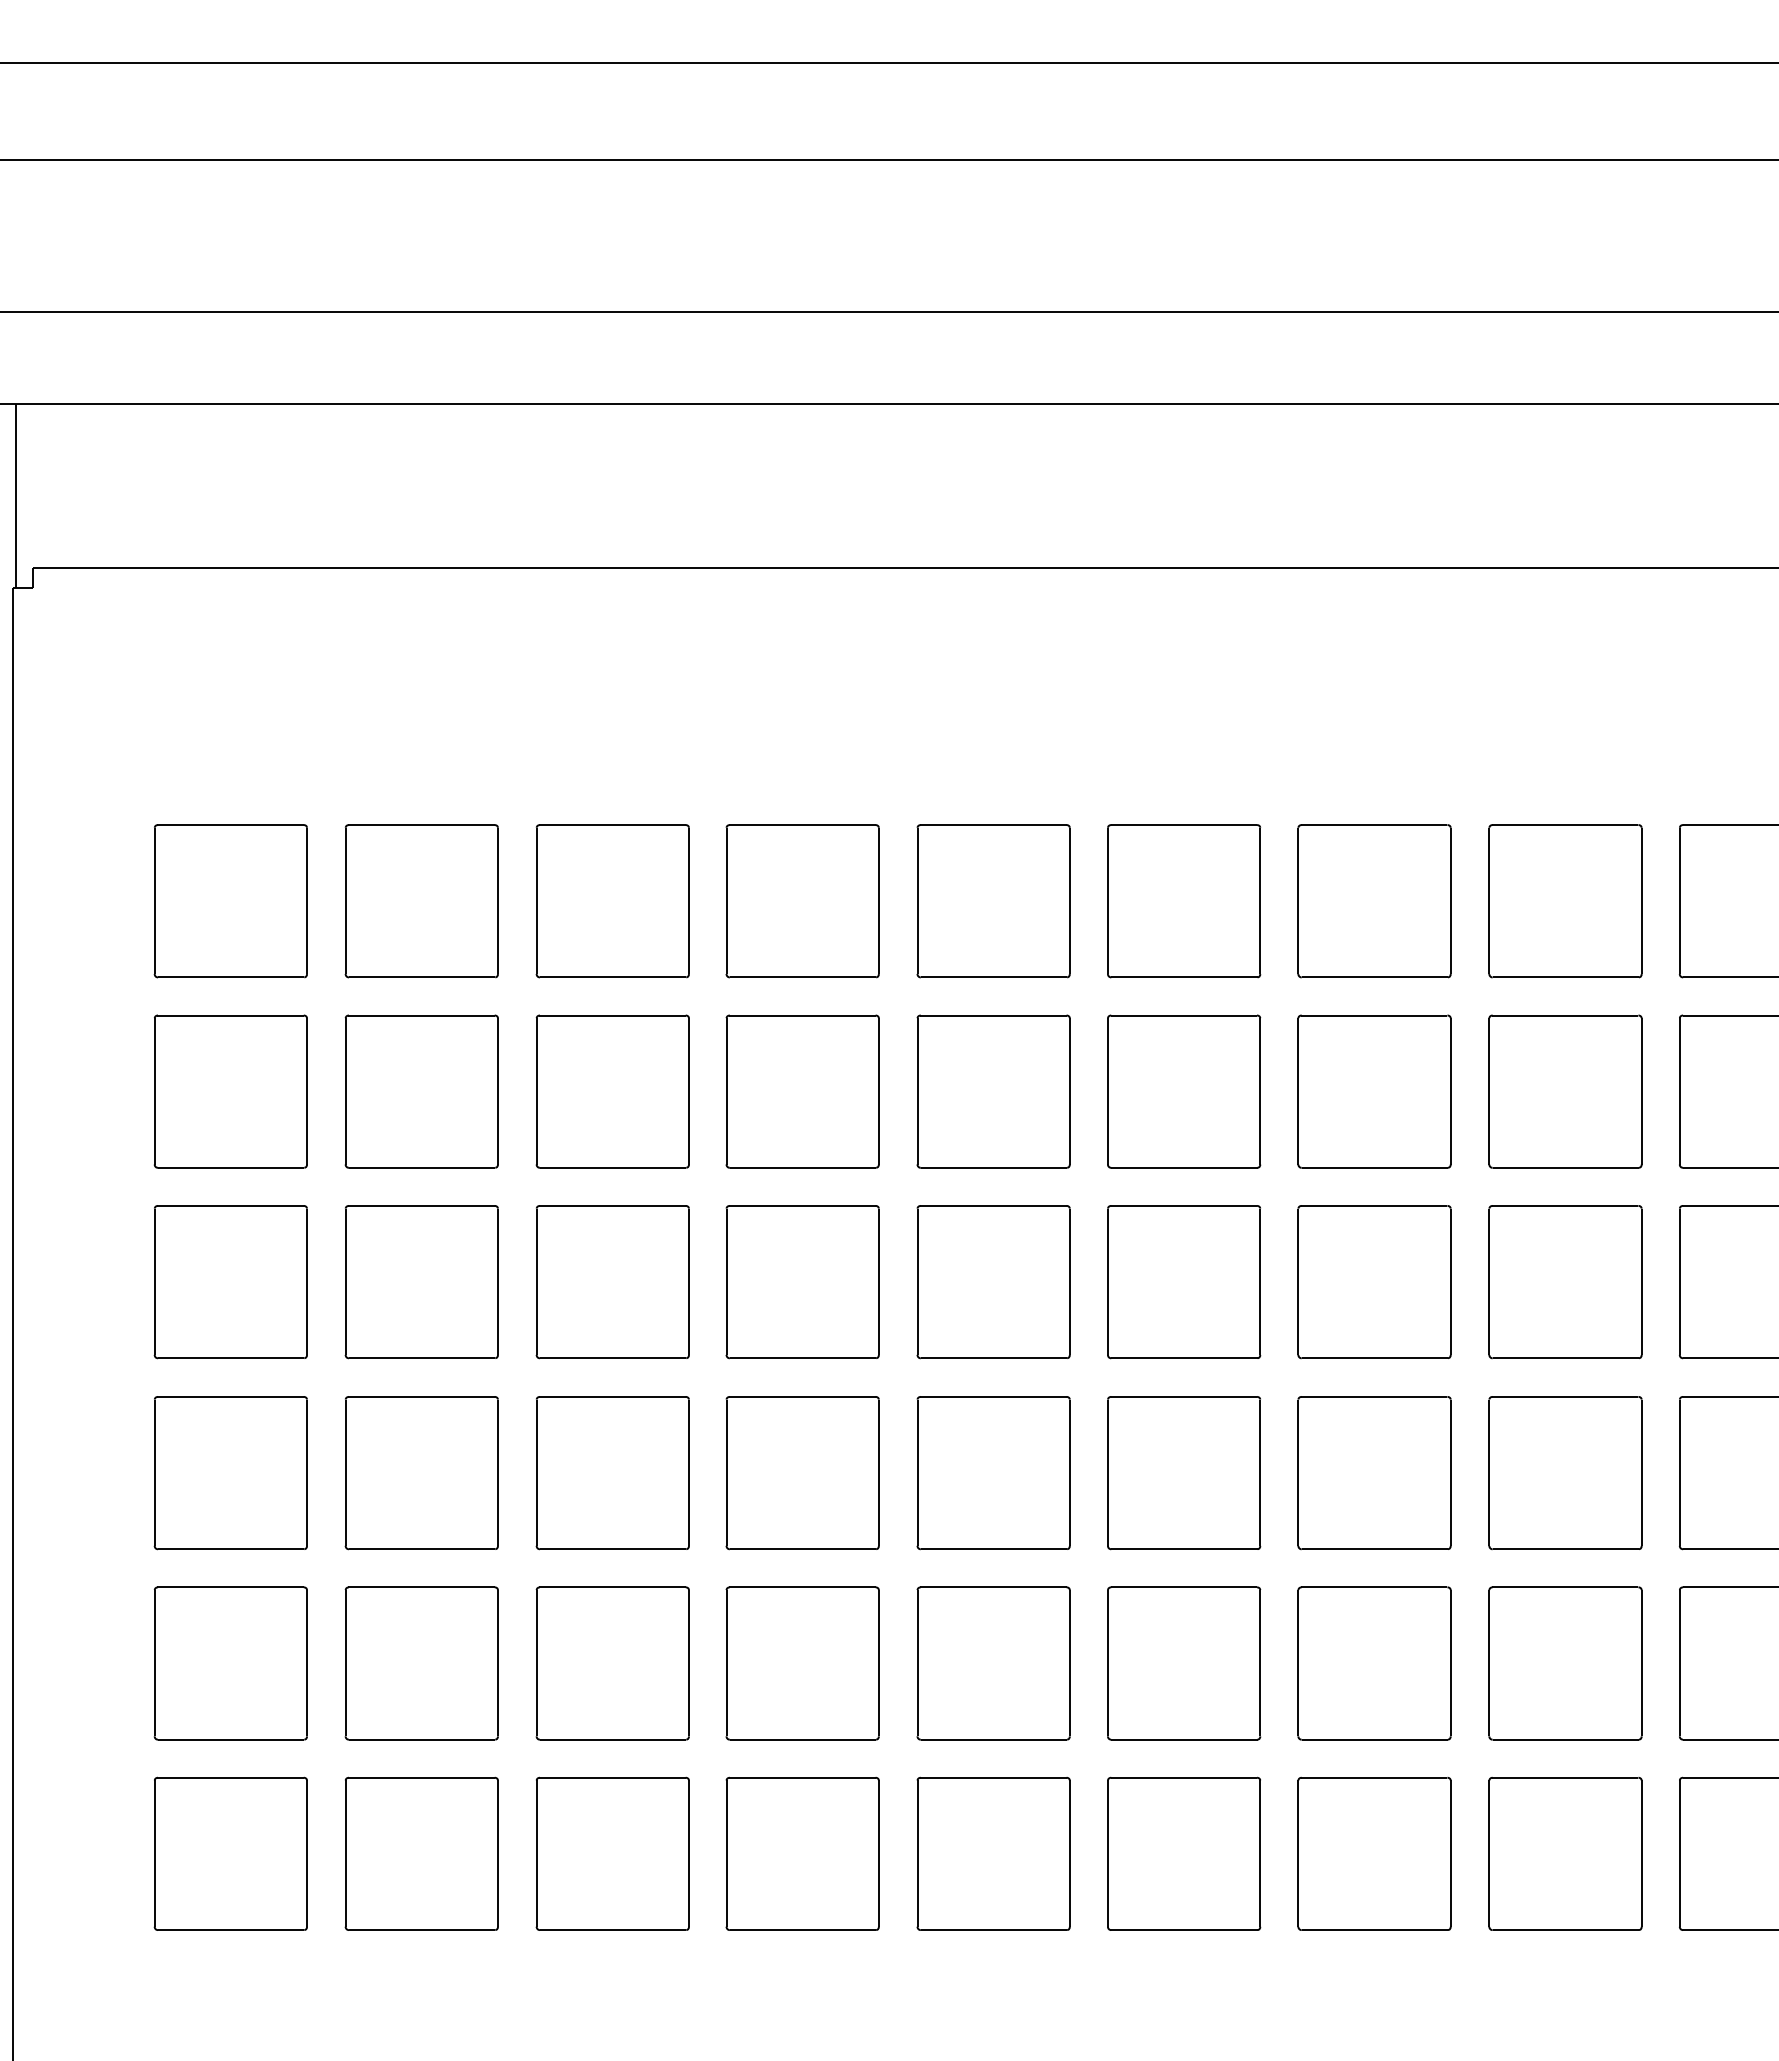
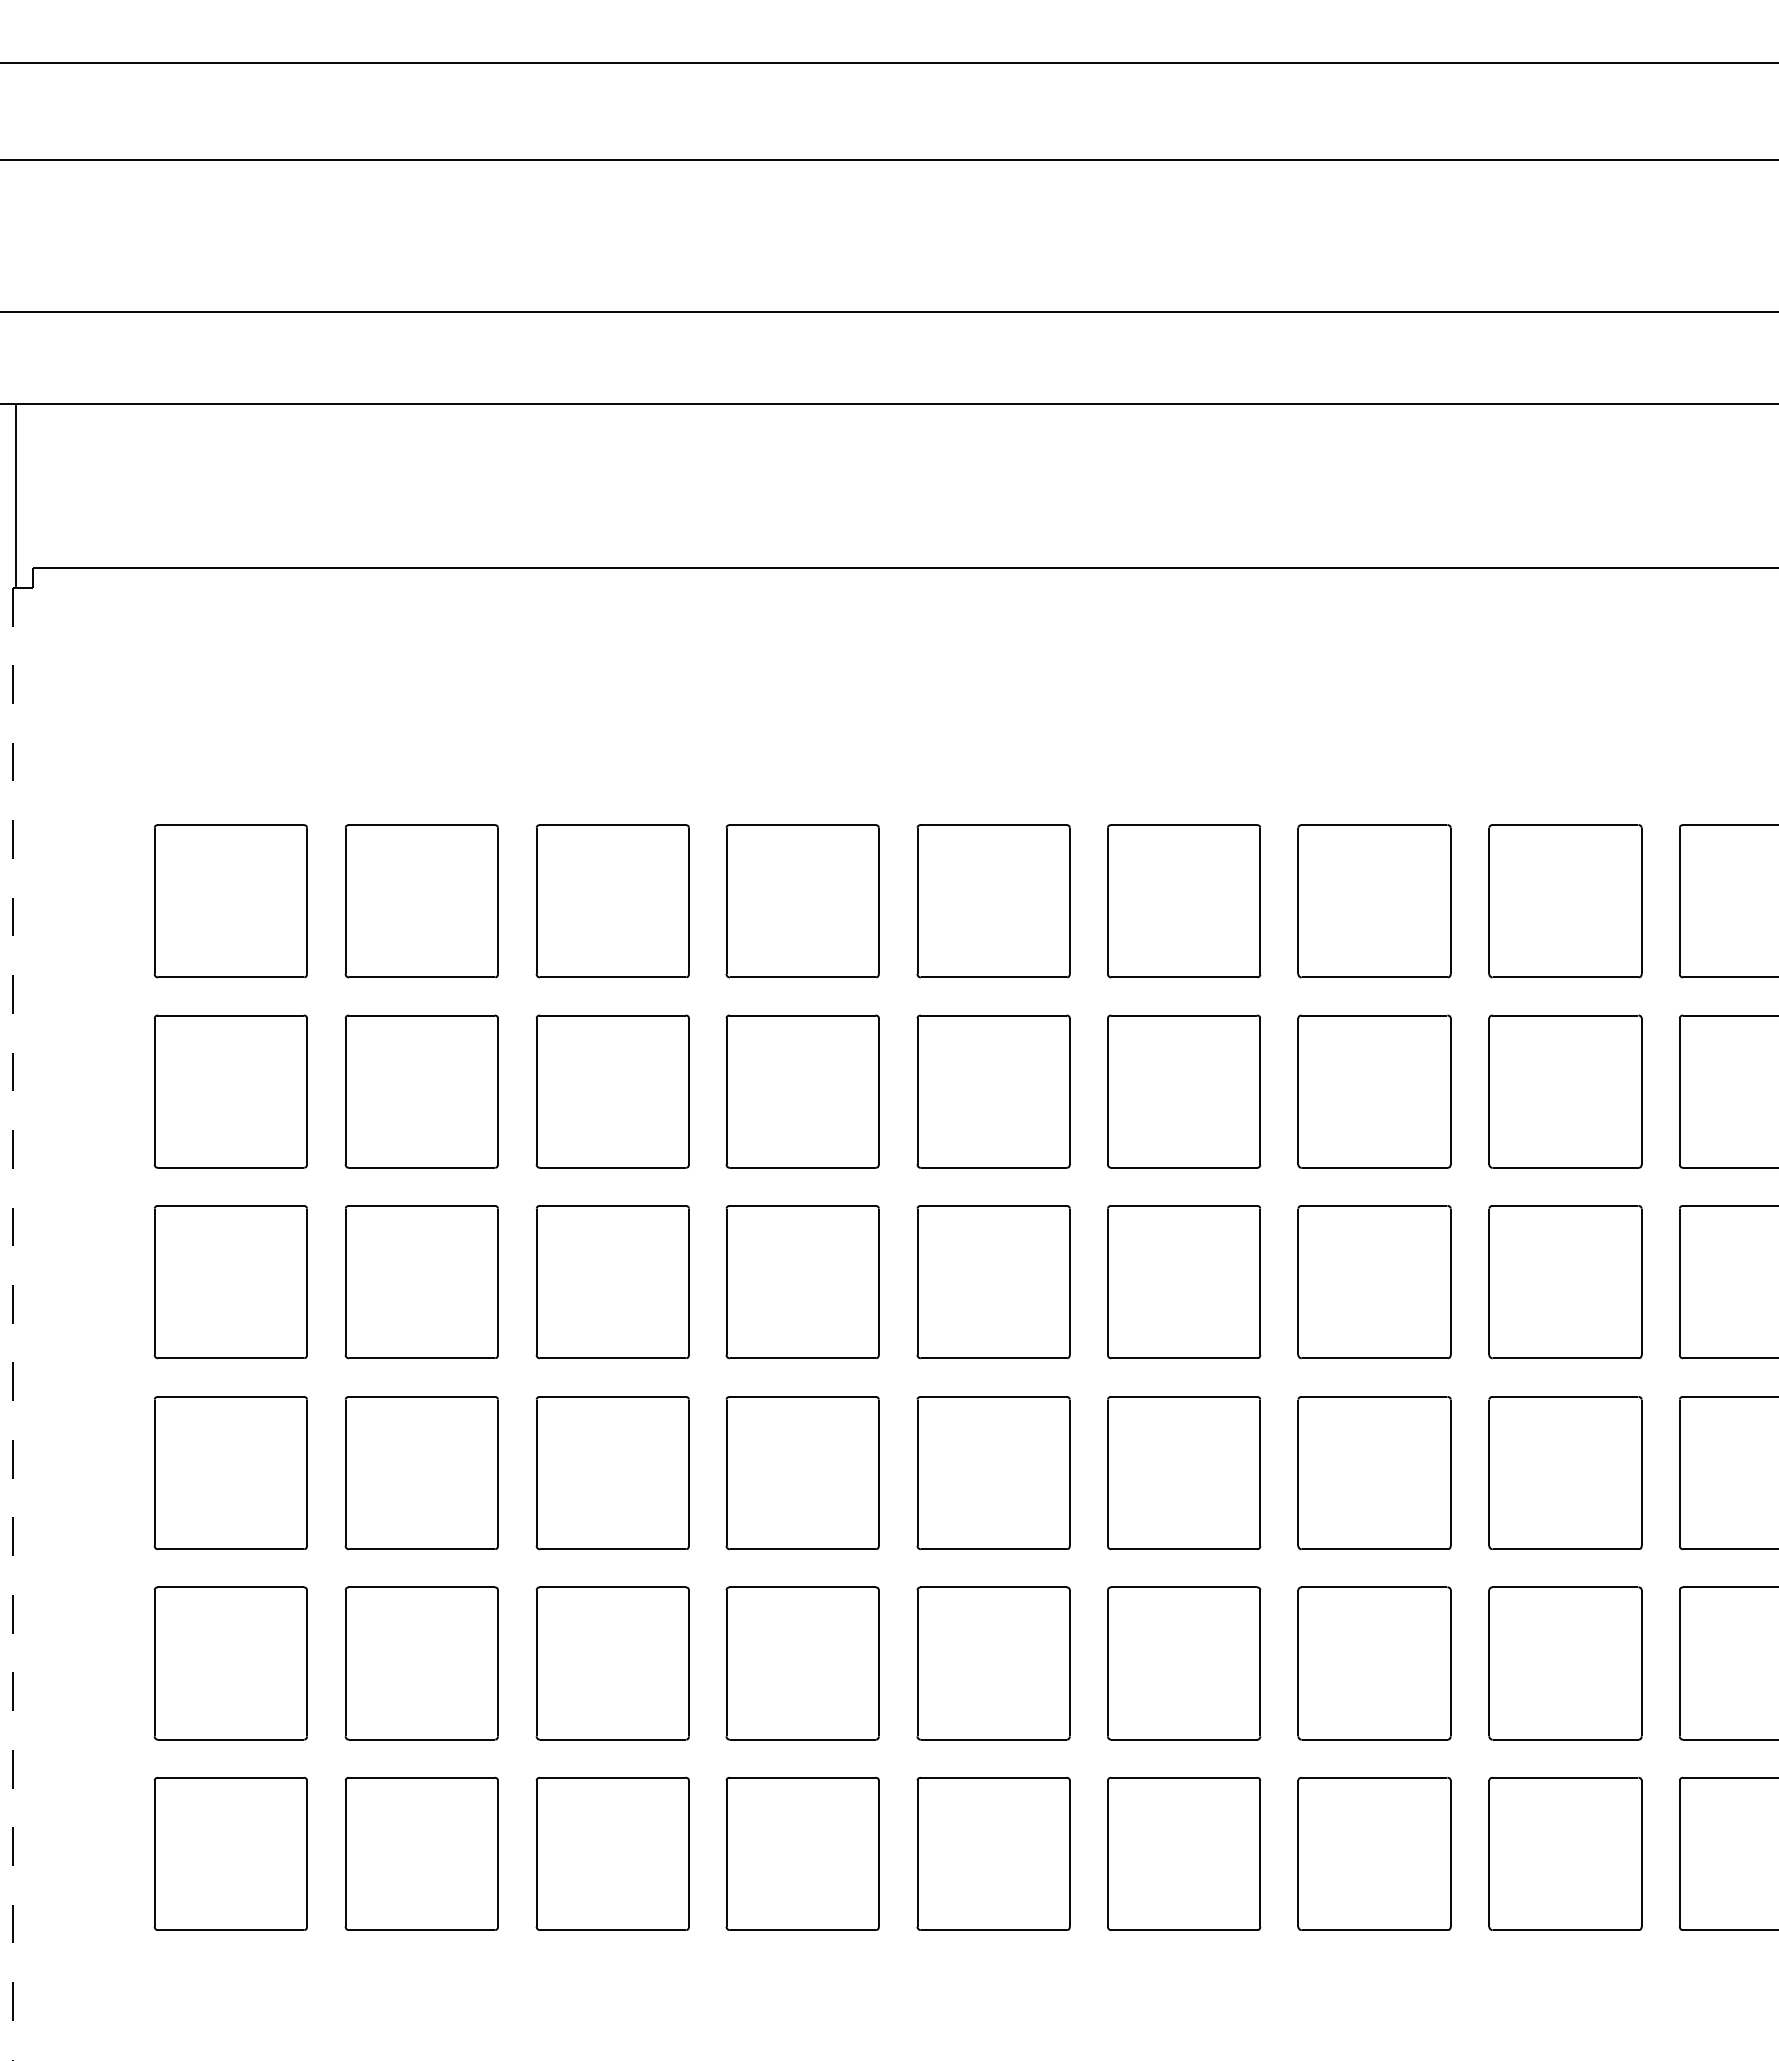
line at (13, 1324): solid -> dashed
